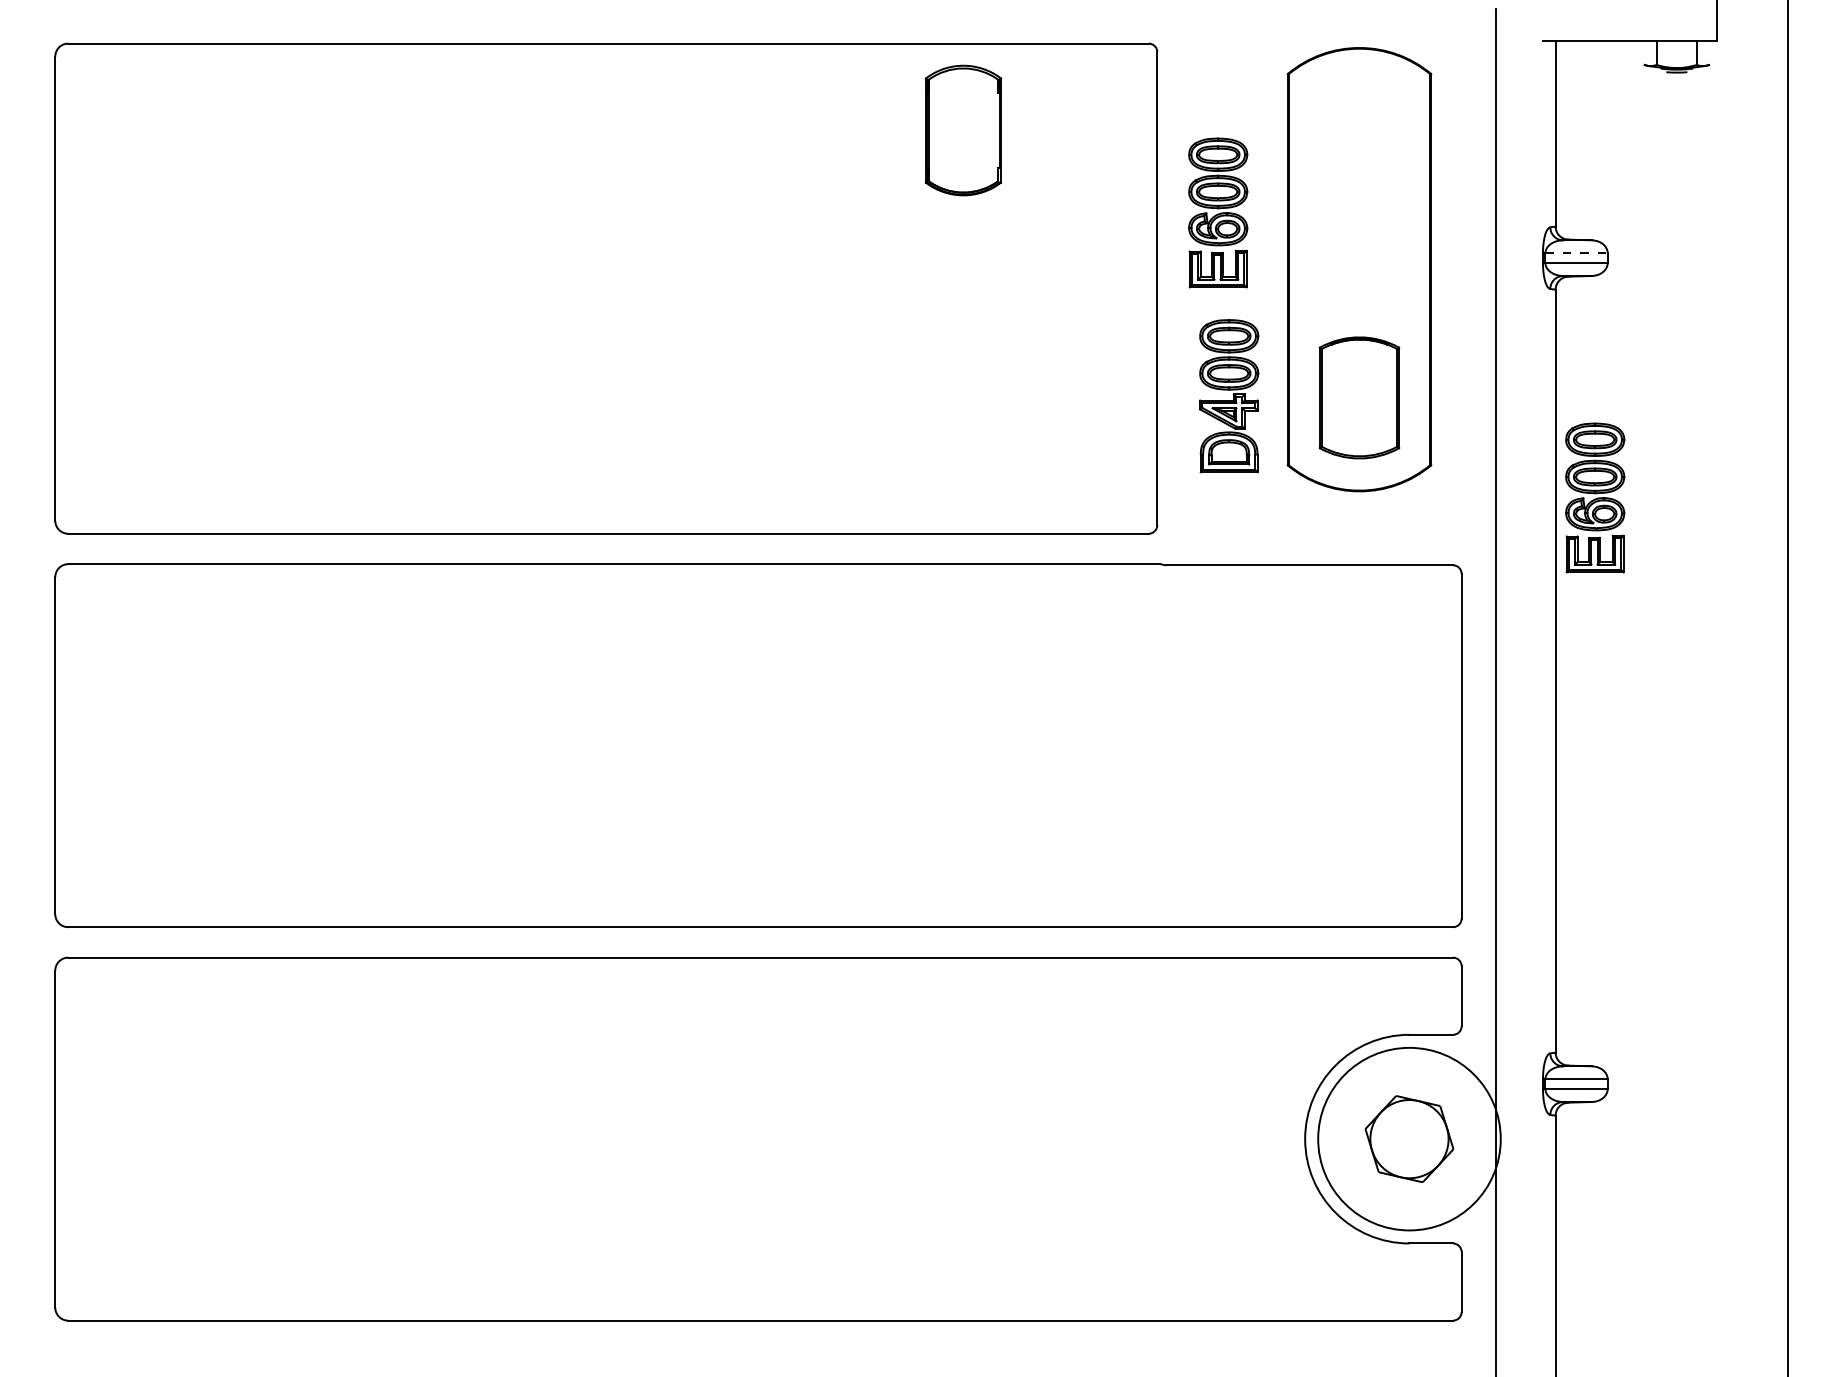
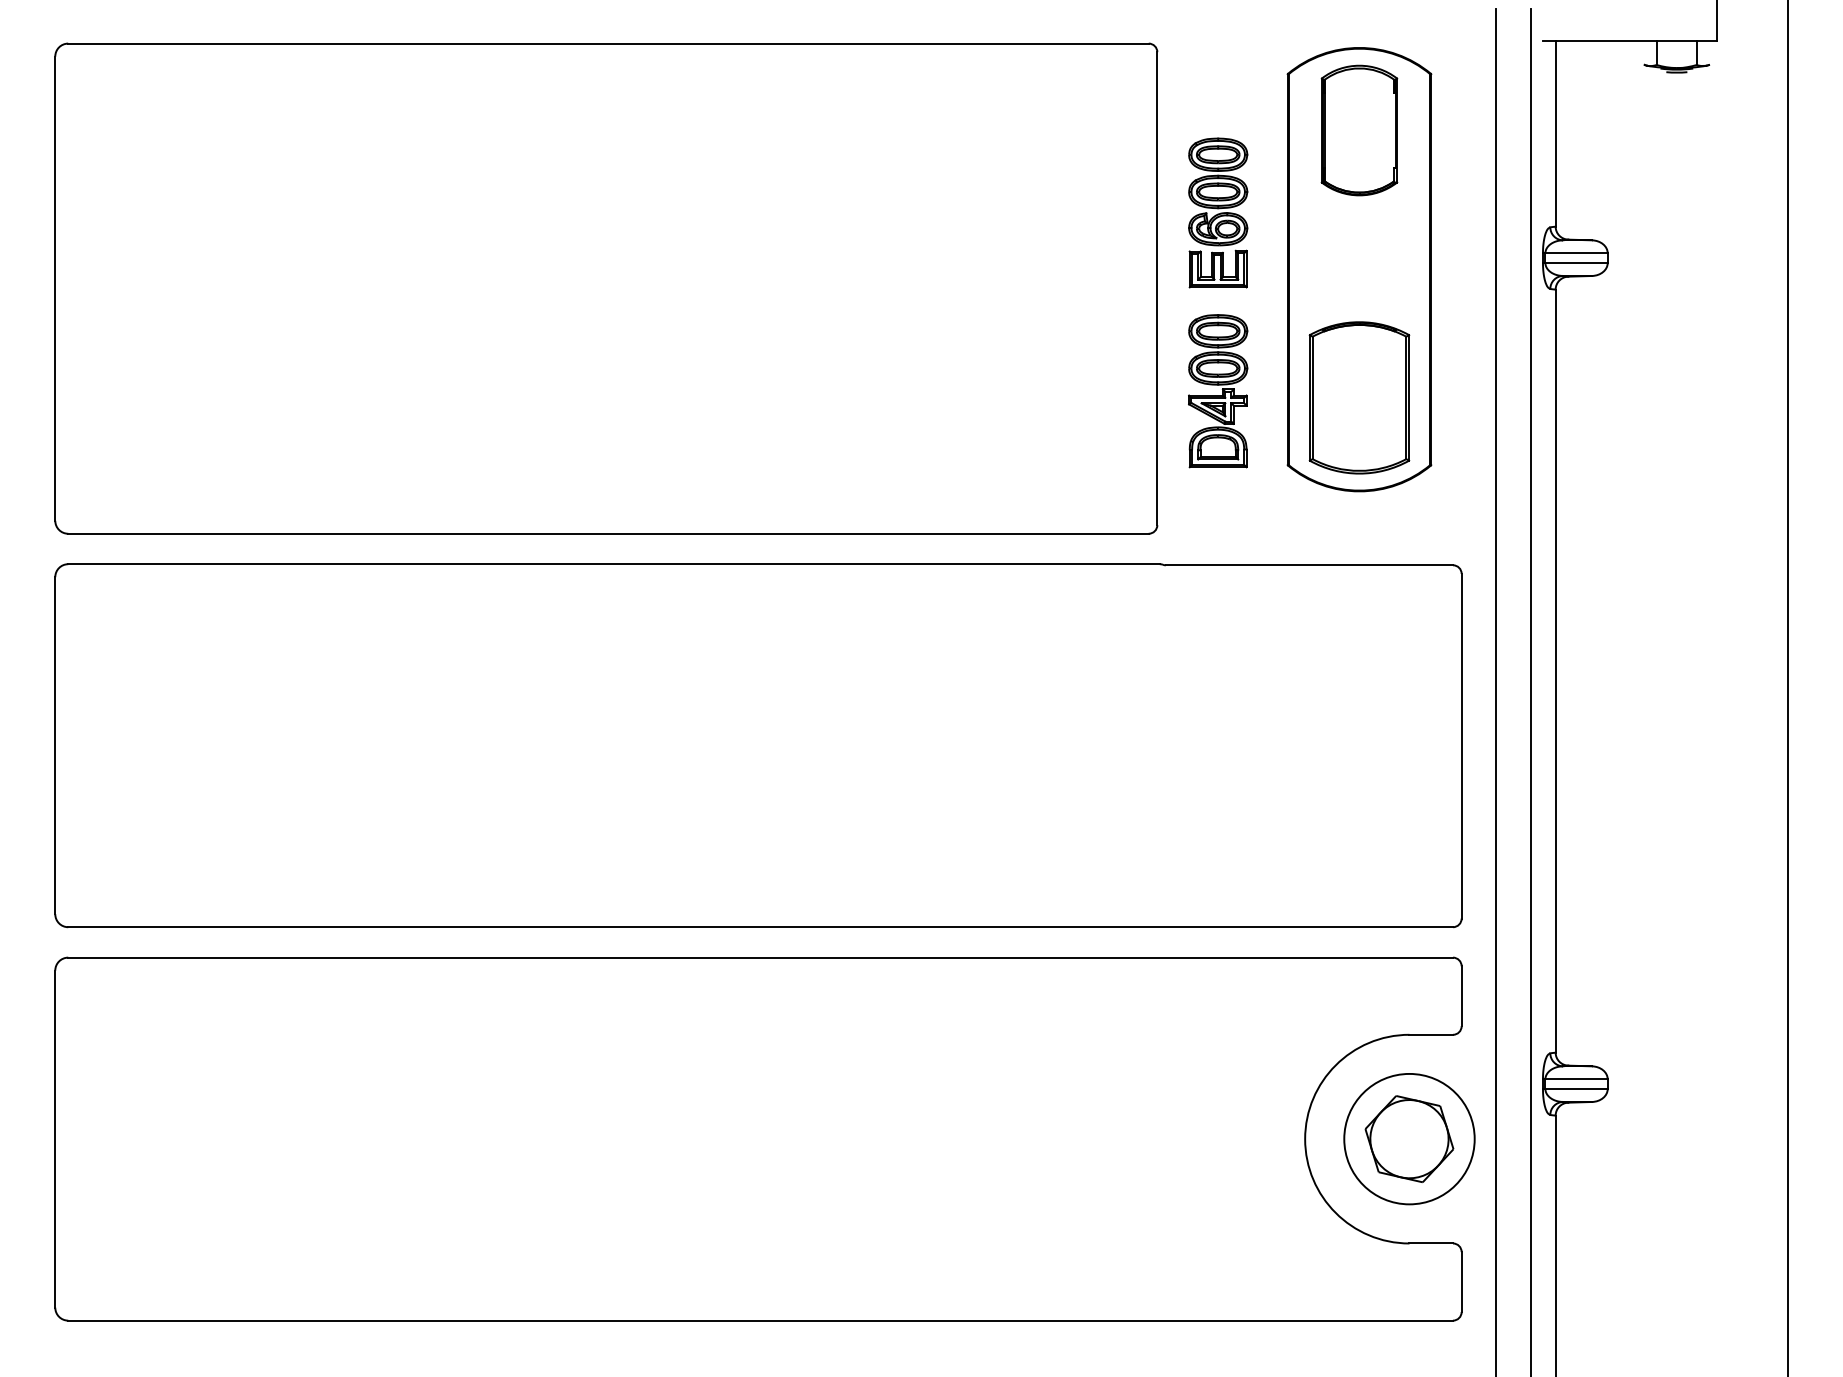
part at (963, 130) position: (963, 130) -> (1359, 130)
line at (1577, 253): dashed -> solid
part at (1229, 396) position: (1229, 396) -> (1218, 391)
part at (1359, 397) size: 83x124 px -> 103x154 px
part at (1595, 497): present -> none
line at (1531, 690): none -> present
circle at (1409, 1138) diameter: 183 px -> 130 px
